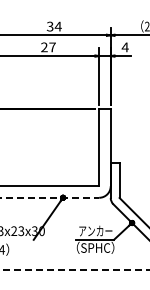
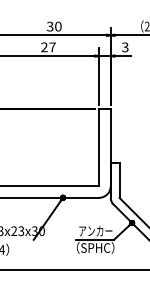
text at (57, 26): 34 -> 30
text at (124, 47): 4 -> 3
line at (49, 197): dashed -> solid
line at (74, 269): dashed -> solid
